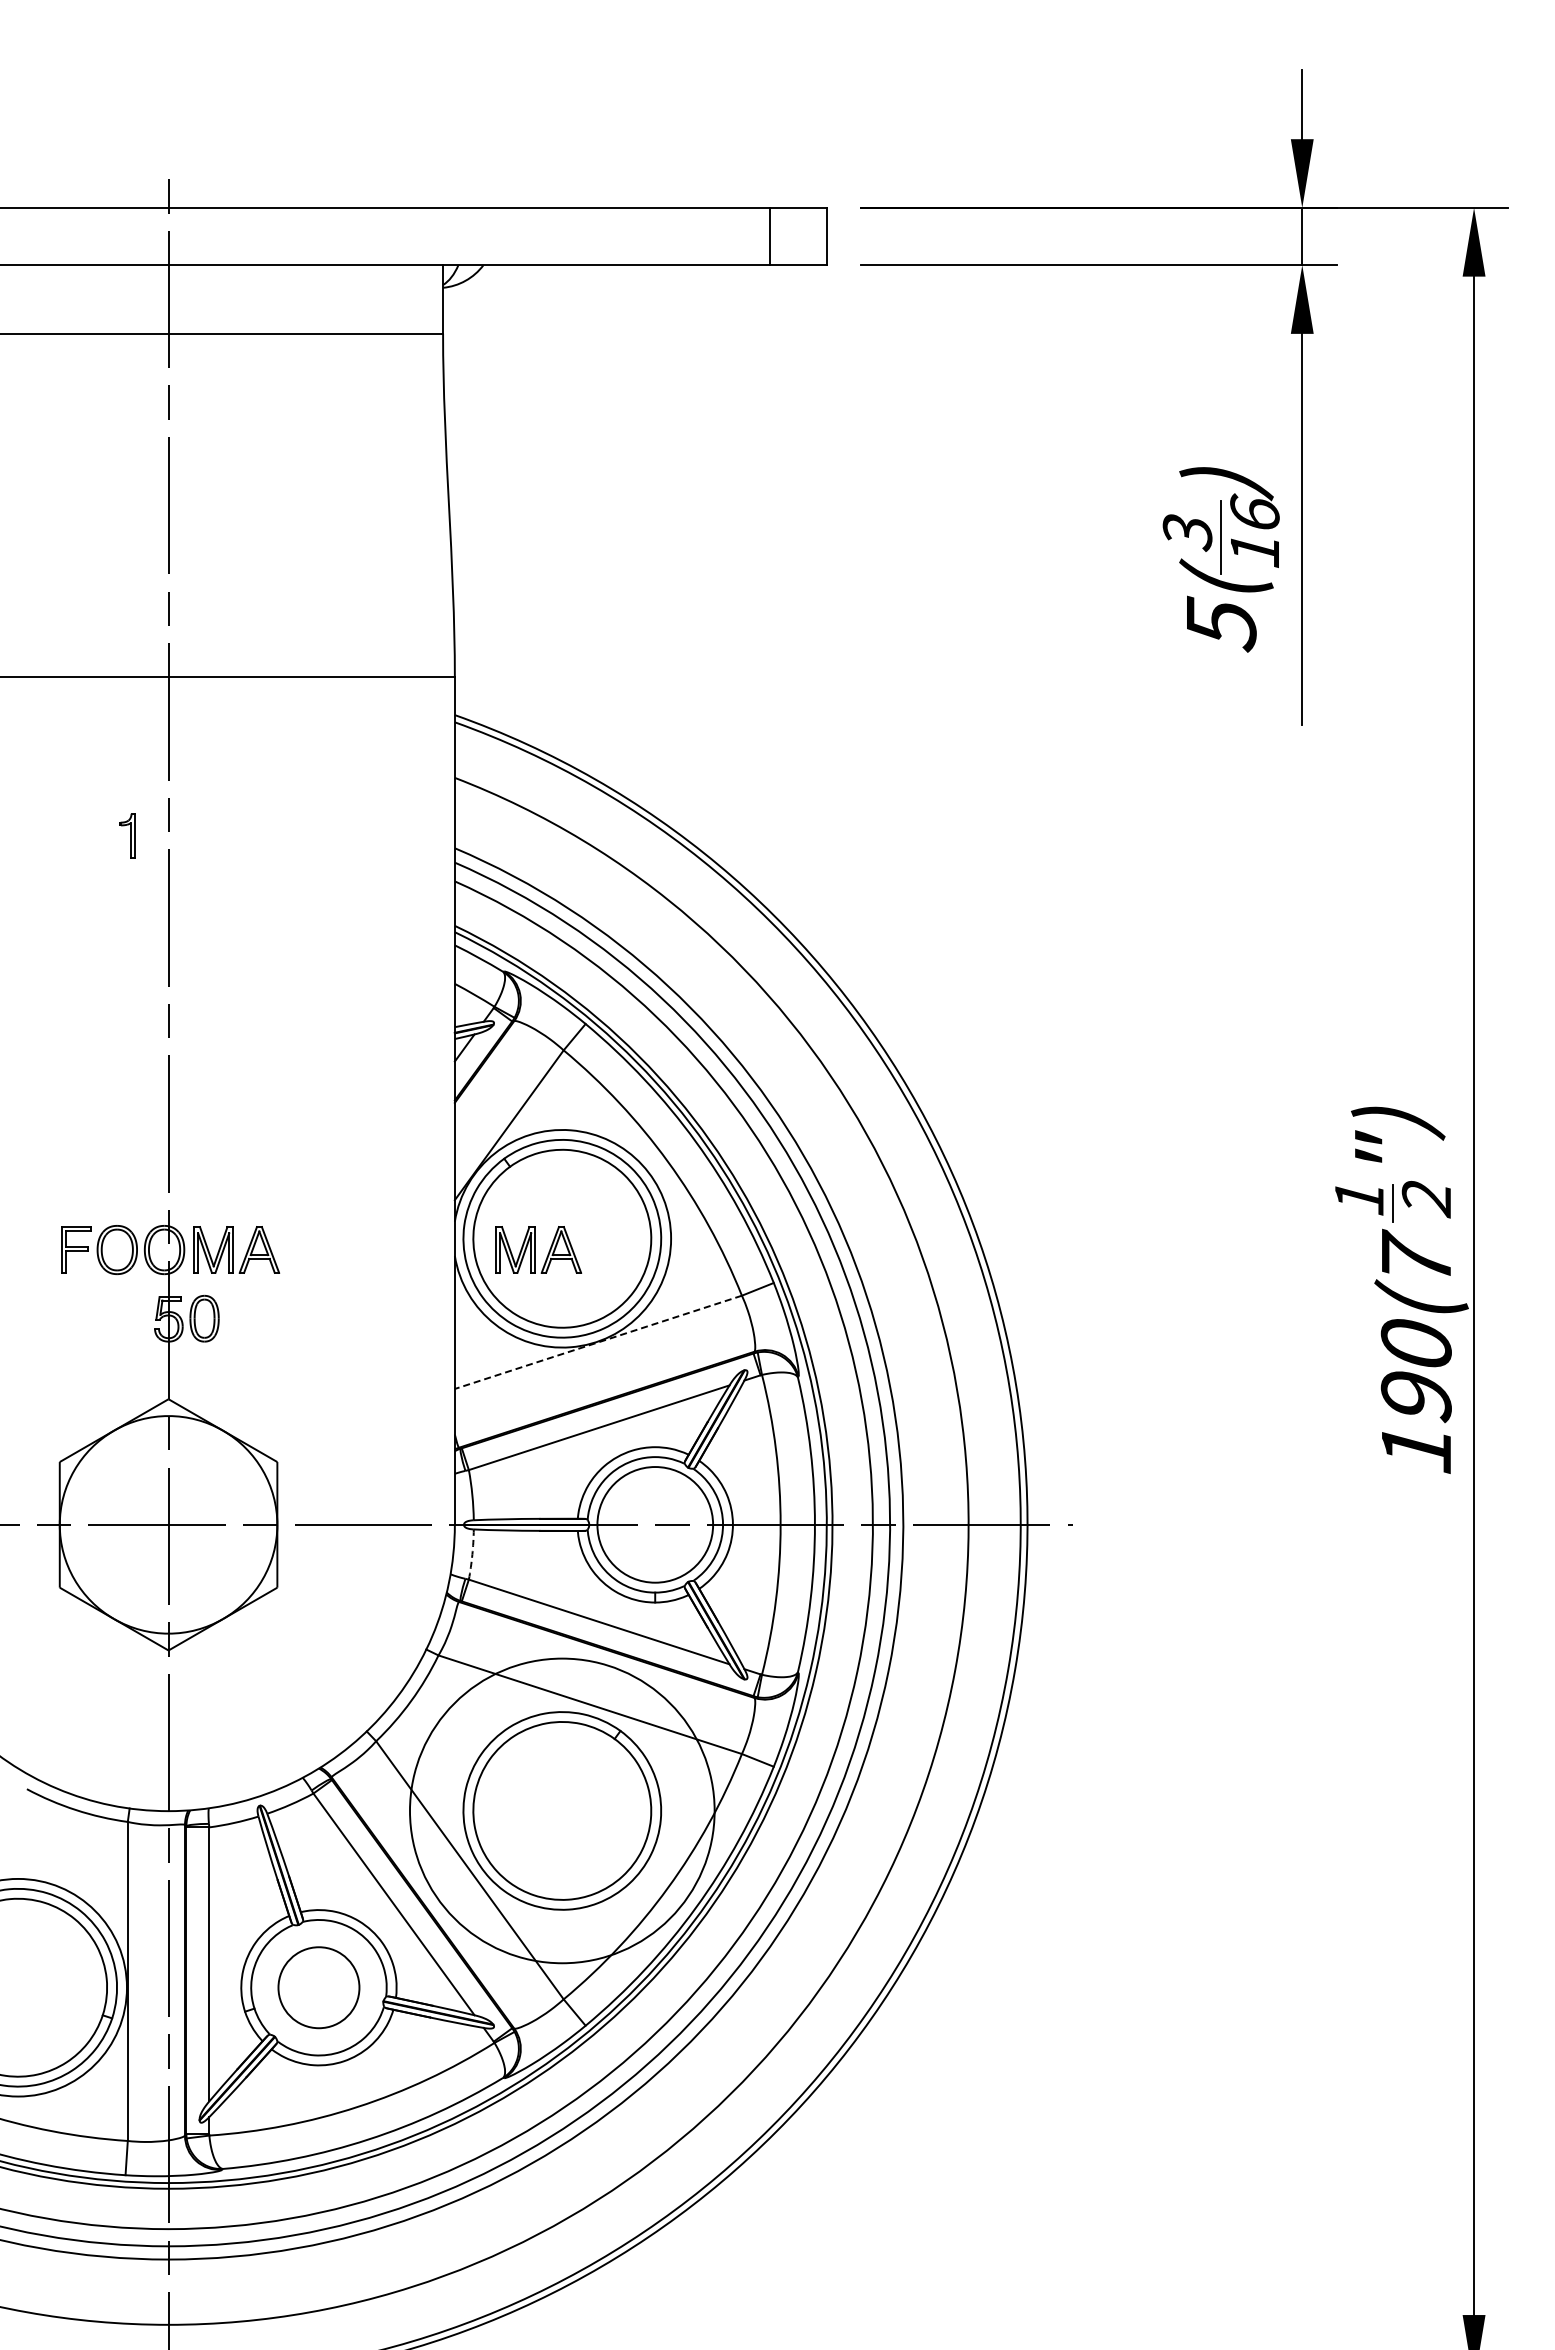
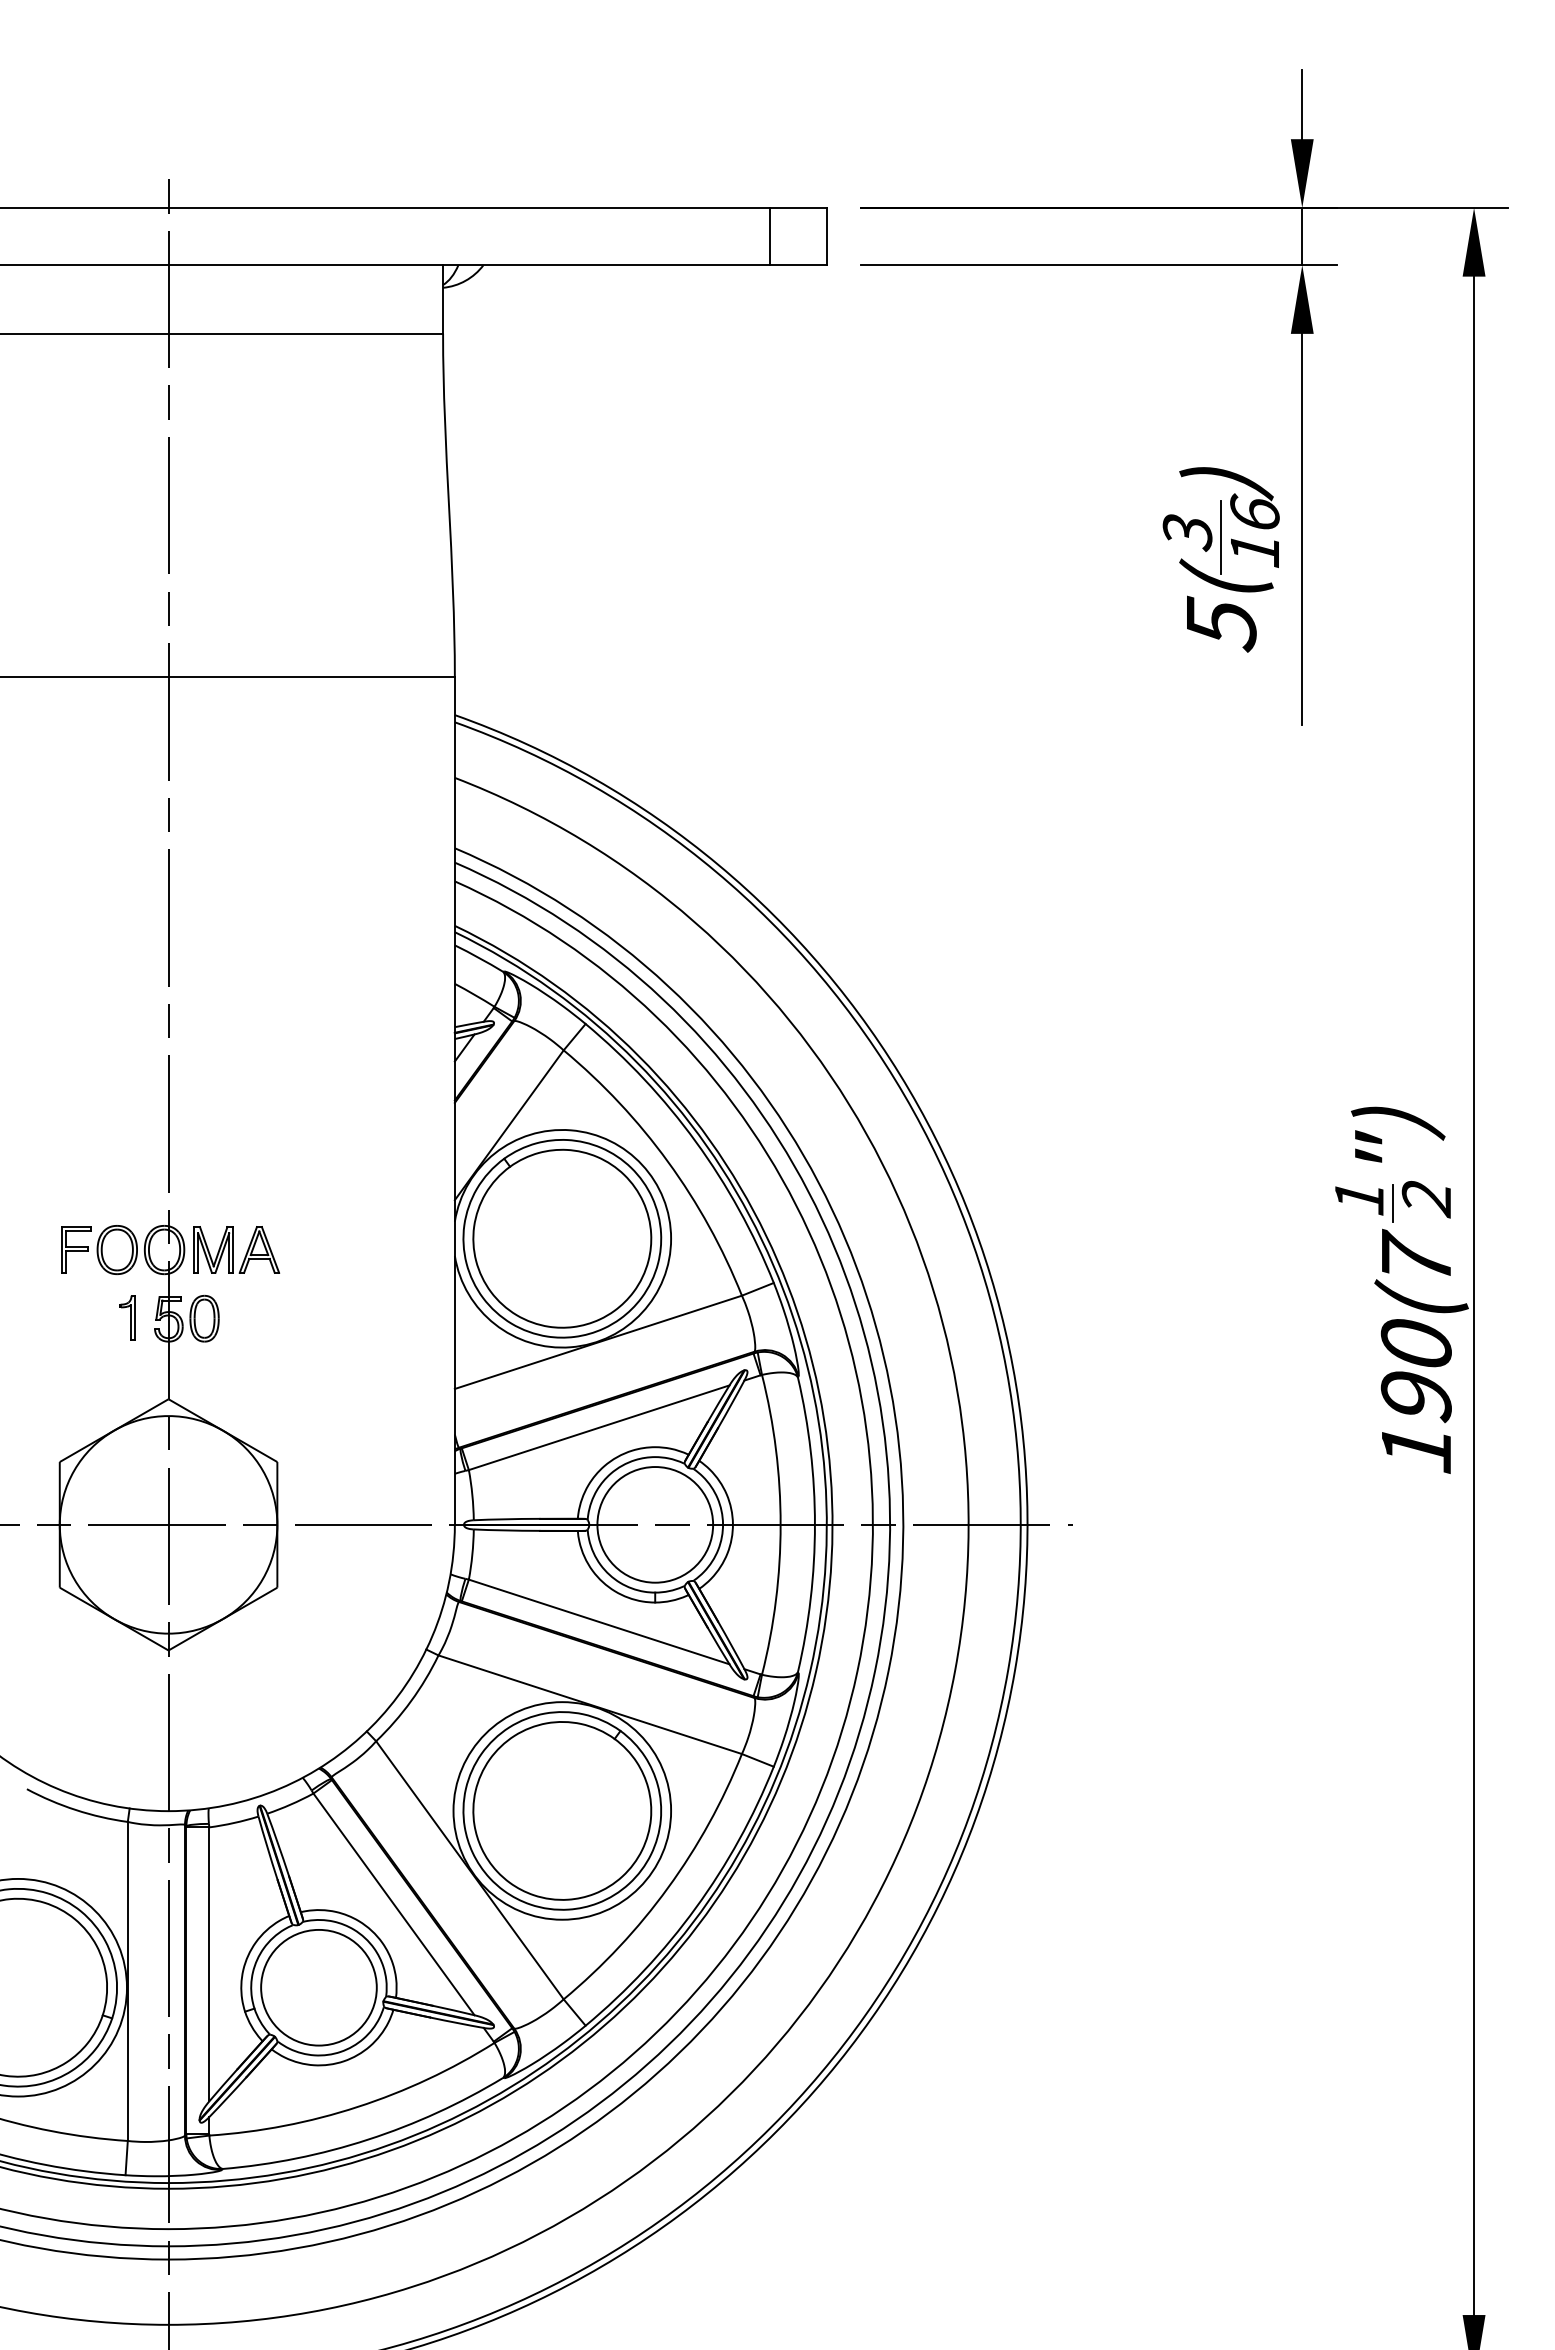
part at (127, 835) position: (127, 835) -> (127, 1317)
part at (538, 1249): present -> none
line at (598, 1342): dashed -> solid
arc at (472, 1554): dashed -> solid
circle at (562, 1810) diameter: 305 px -> 218 px
circle at (318, 1987) diameter: 81 px -> 116 px
